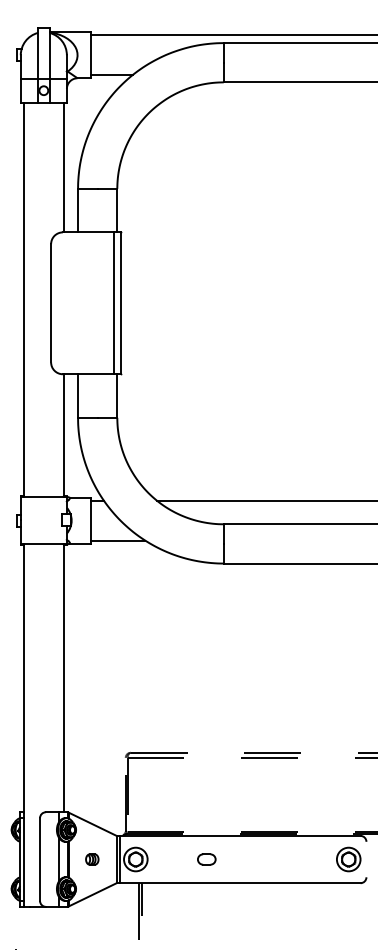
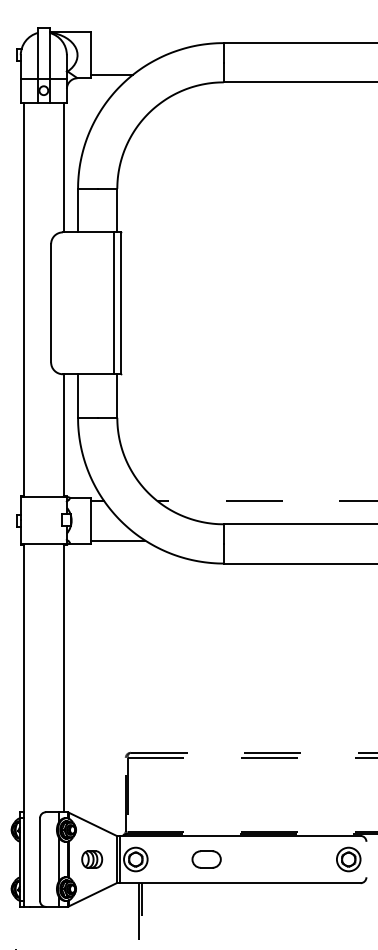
line at (232, 35): present -> none
line at (267, 500): solid -> dashed
part at (92, 859) size: 15x13 px -> 23x19 px
part at (206, 859) size: 20x13 px -> 31x19 px
